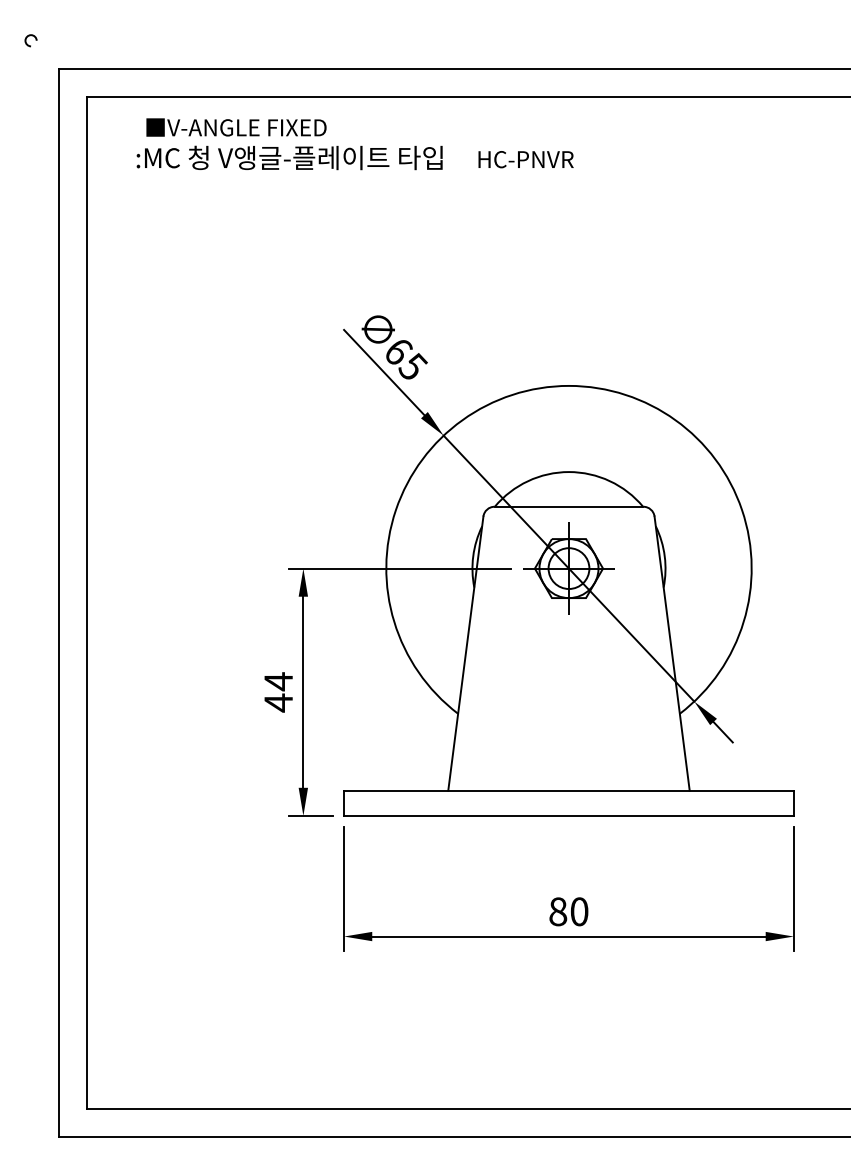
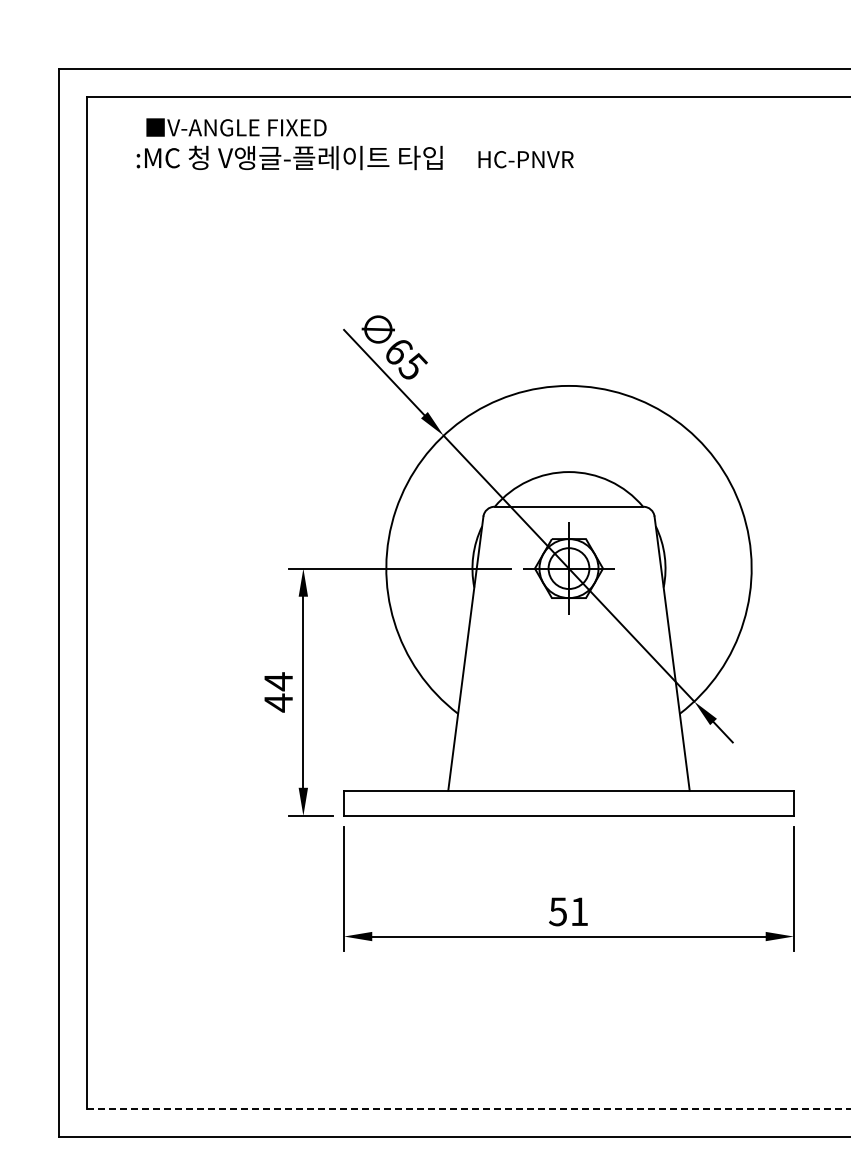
arc at (30, 36): present -> none
text at (568, 911): 80 -> 51
line at (469, 1108): solid -> dashed
